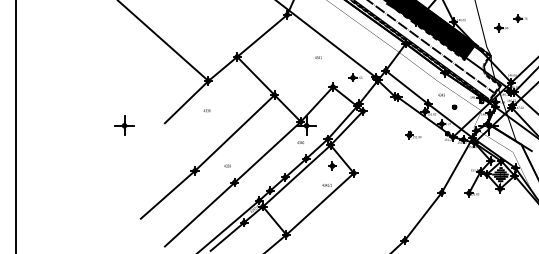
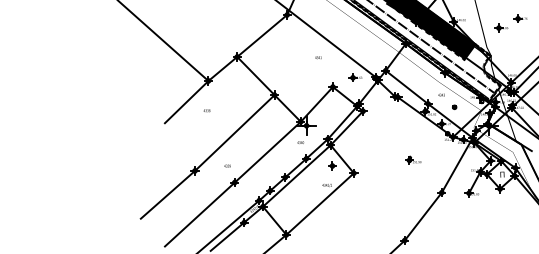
part at (124, 125): present -> none
line at (16, 126): present -> none
part at (413, 134) position: (413, 134) -> (413, 159)
hatch at (500, 175): present -> none
